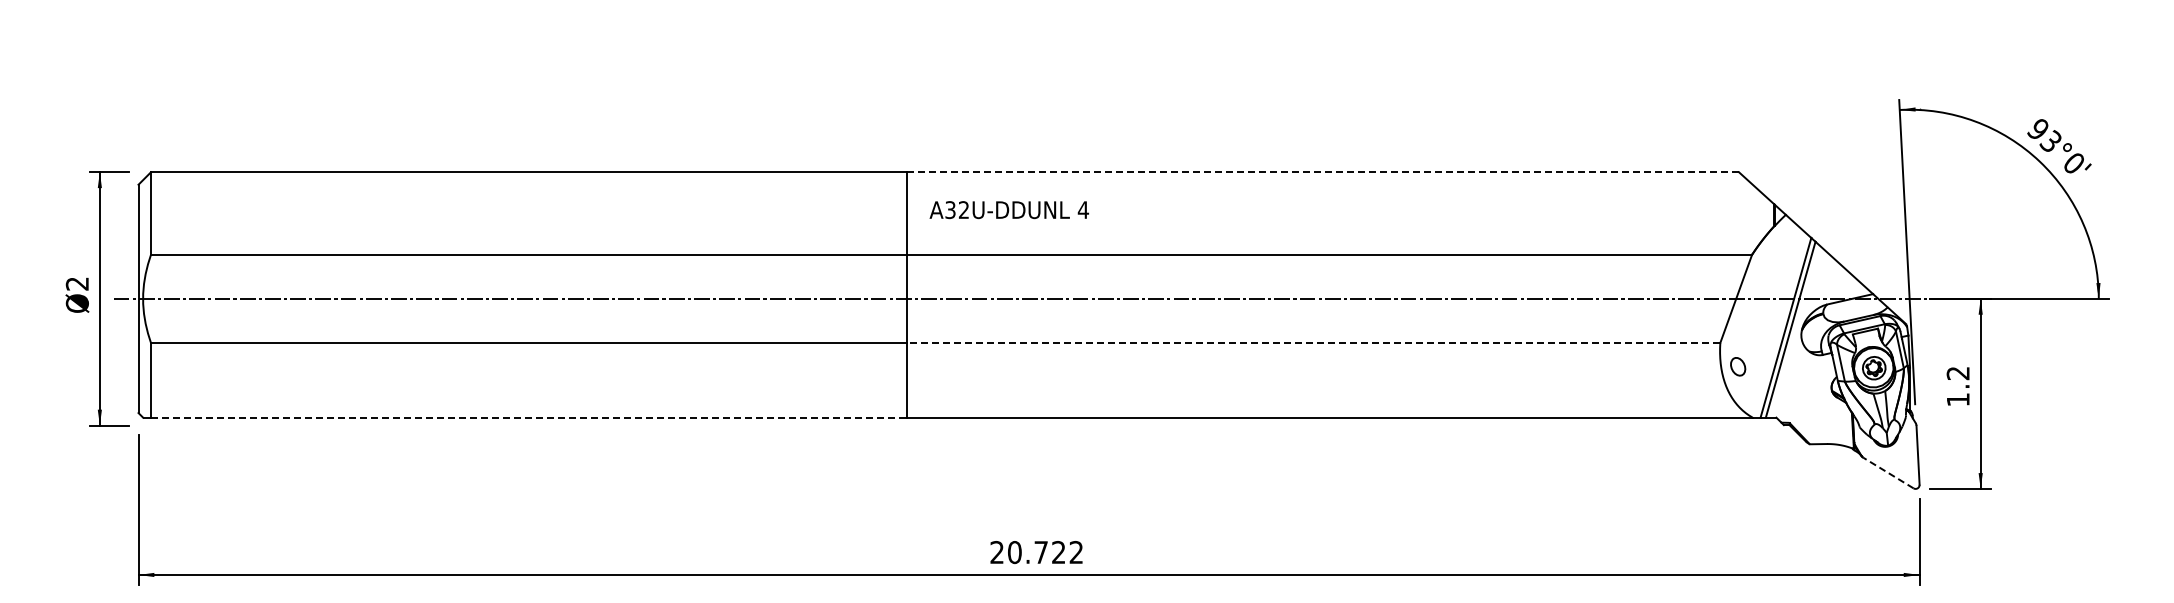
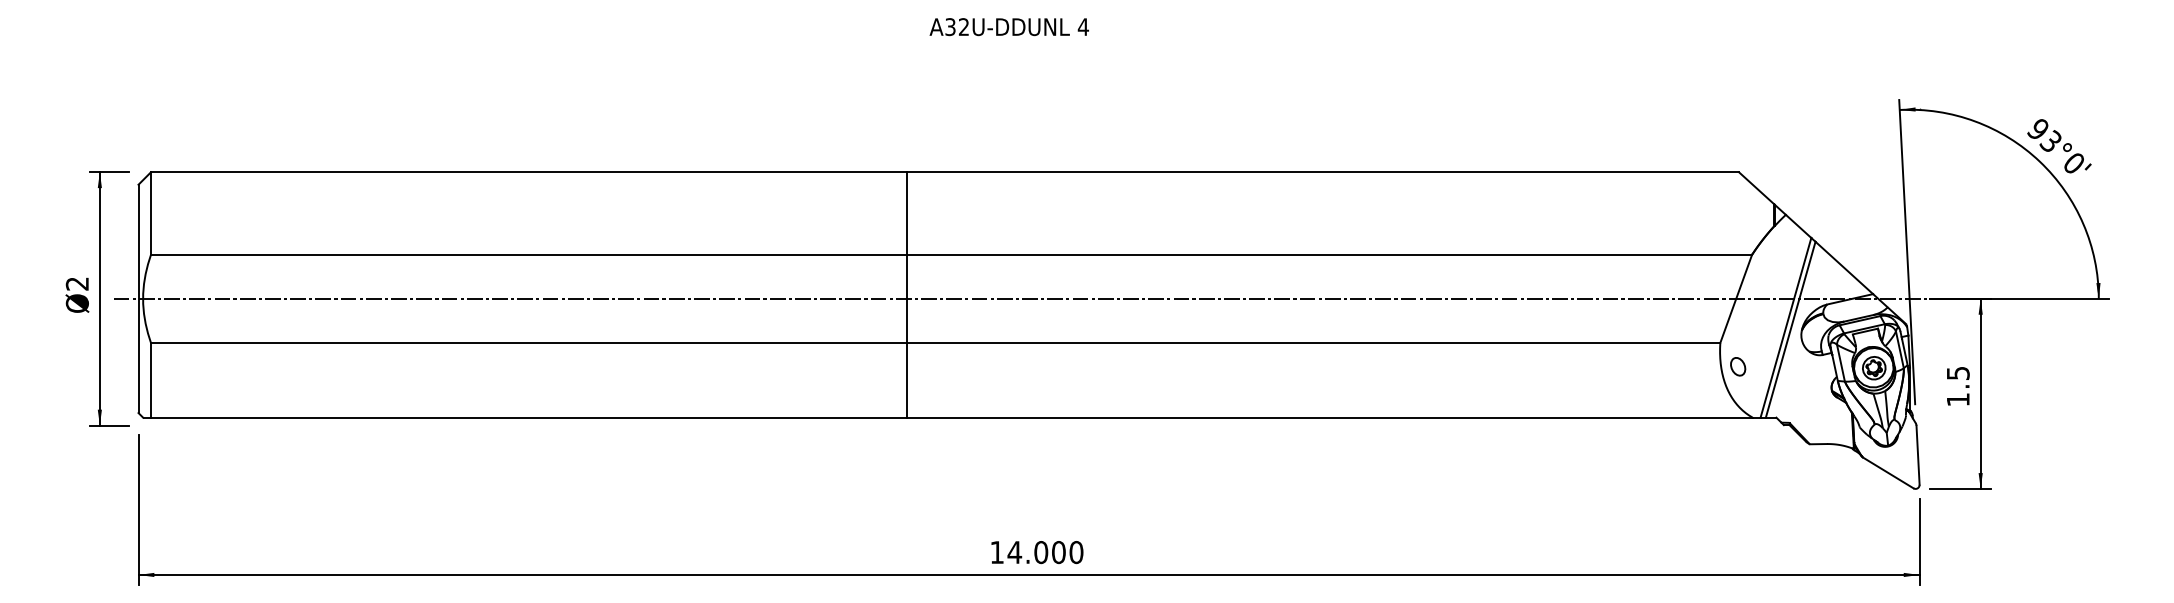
line at (1322, 172): dashed -> solid
text at (1008, 210) position: (1008, 210) -> (1008, 27)
line at (1313, 342): dashed -> solid
text at (1957, 373): 1.2 -> 1.5
line at (528, 417): dashed -> solid
line at (1888, 472): dashed -> solid
text at (1036, 552): 20.722 -> 14.000
